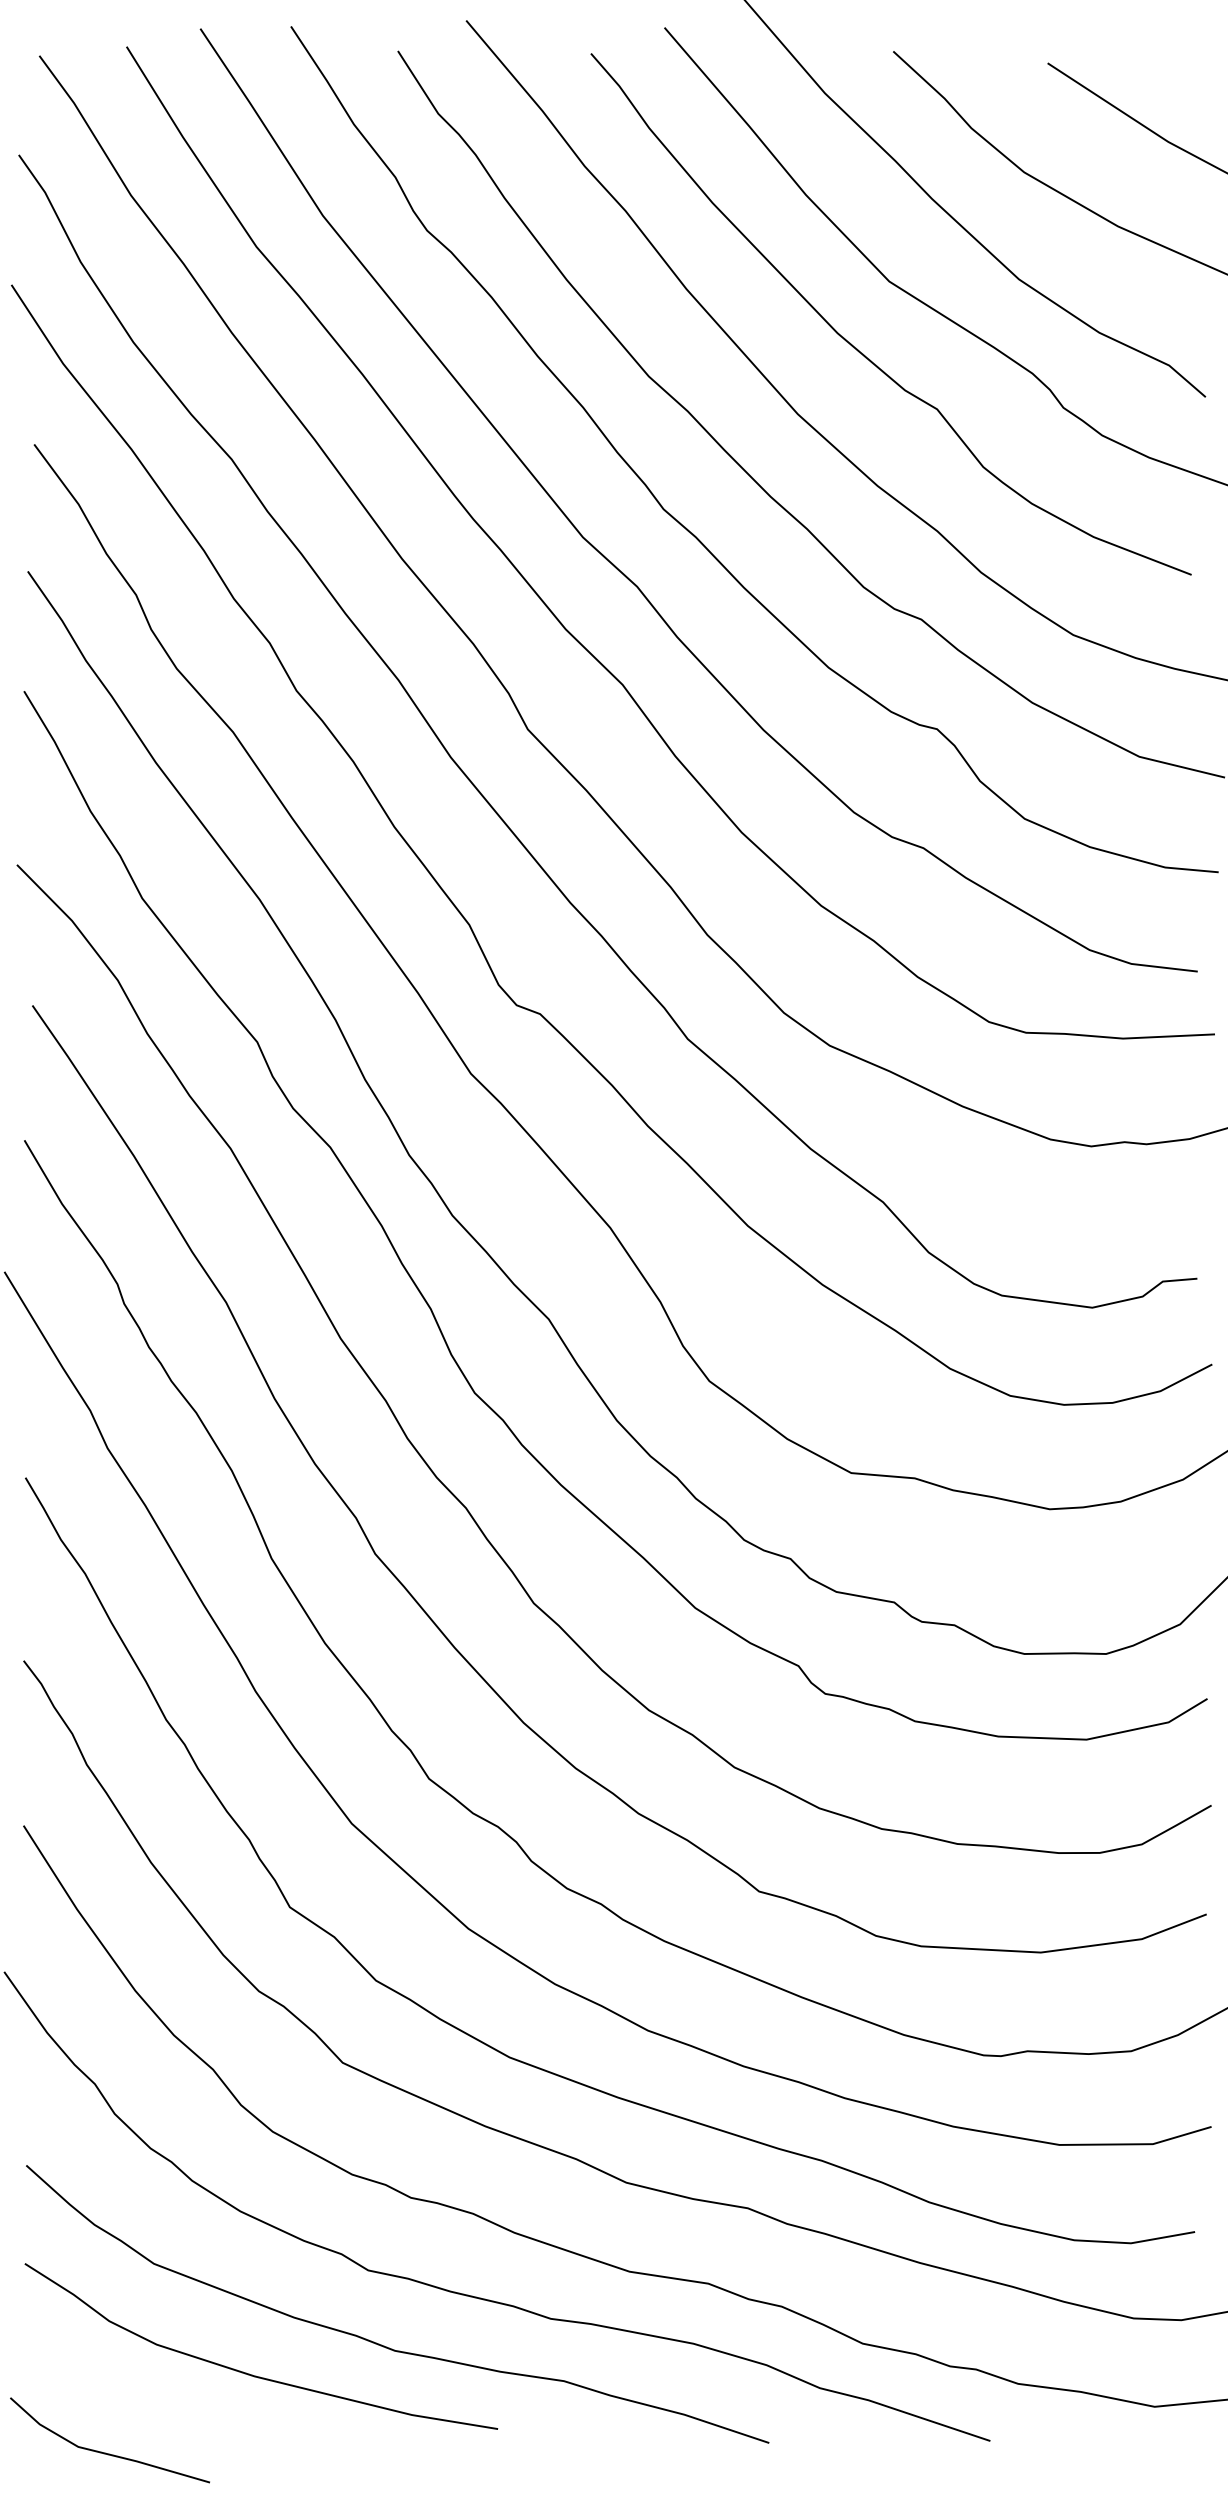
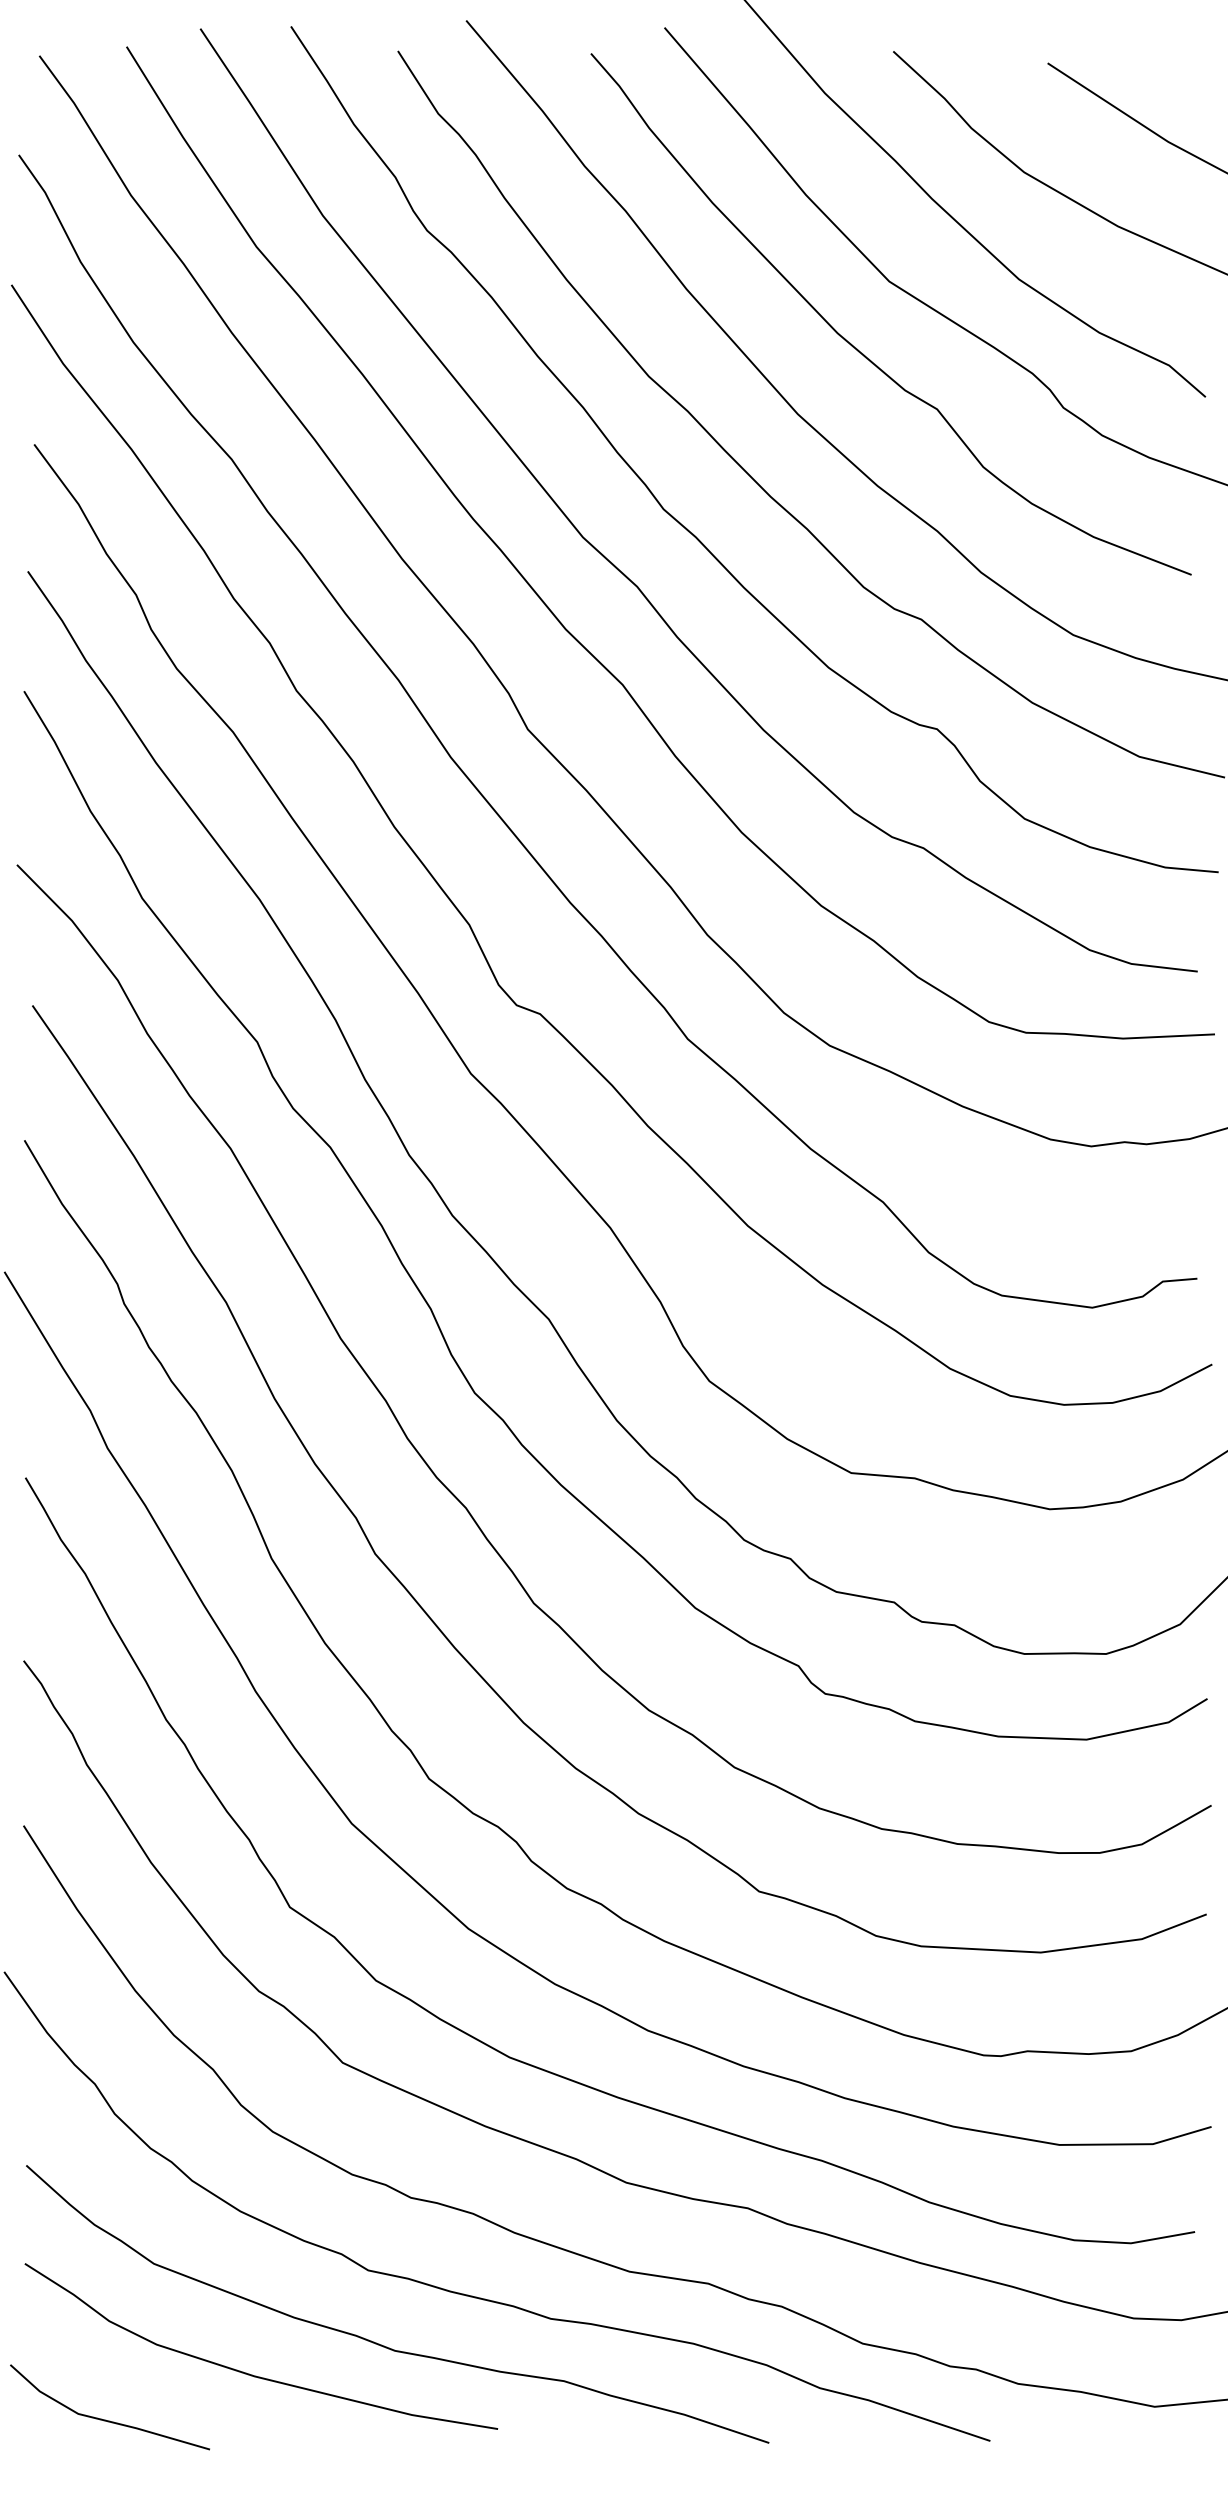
line at (105, 2452) position: (105, 2452) -> (105, 2419)
